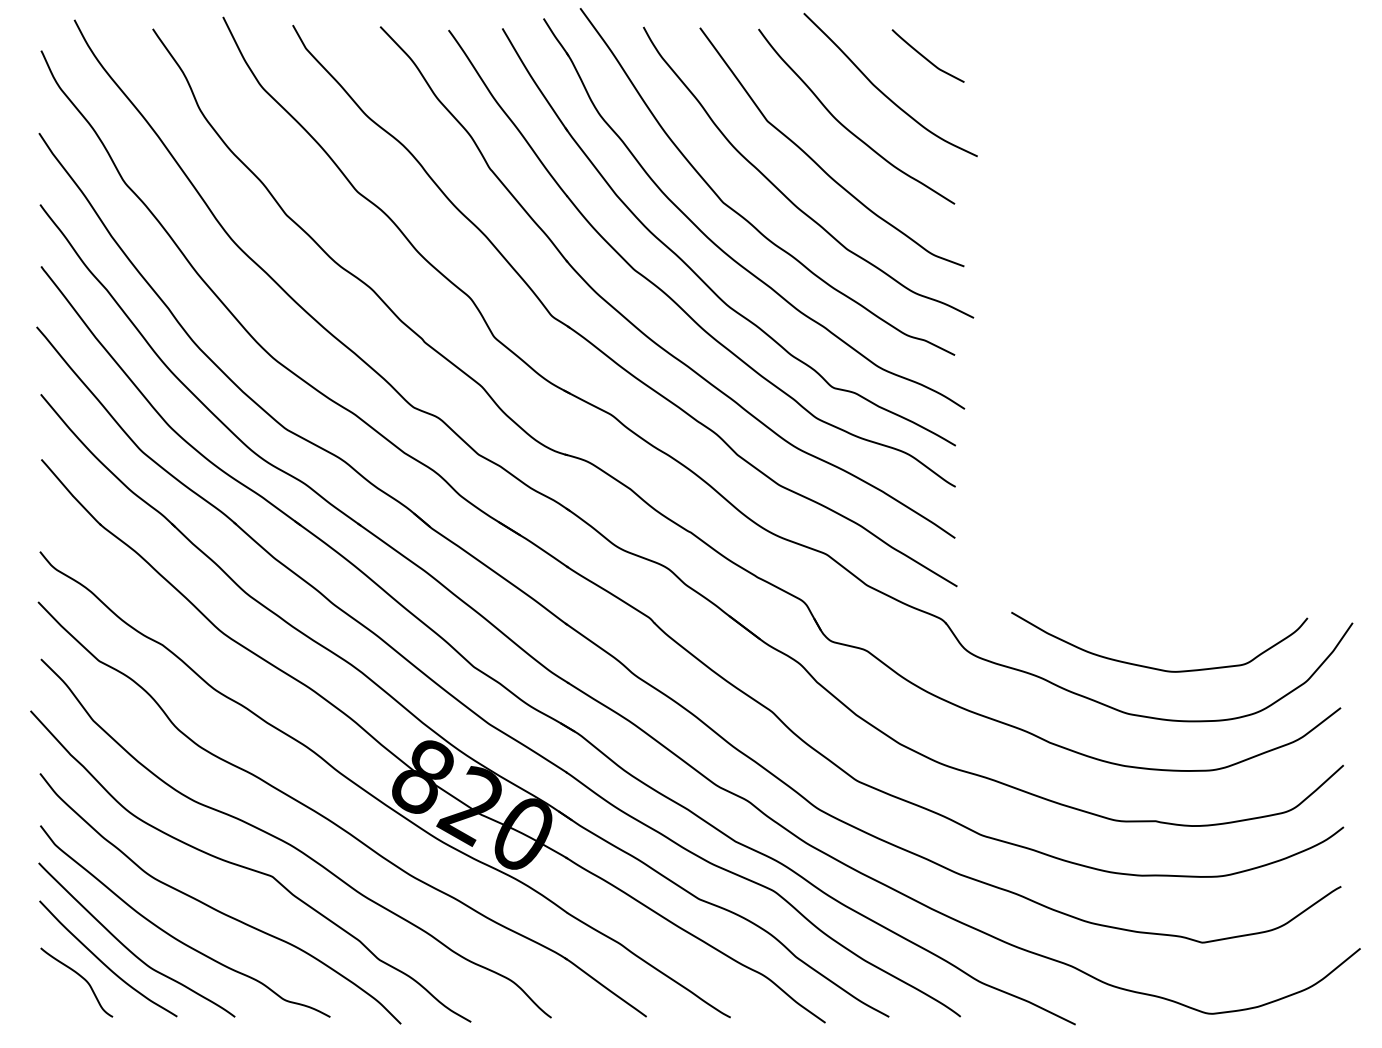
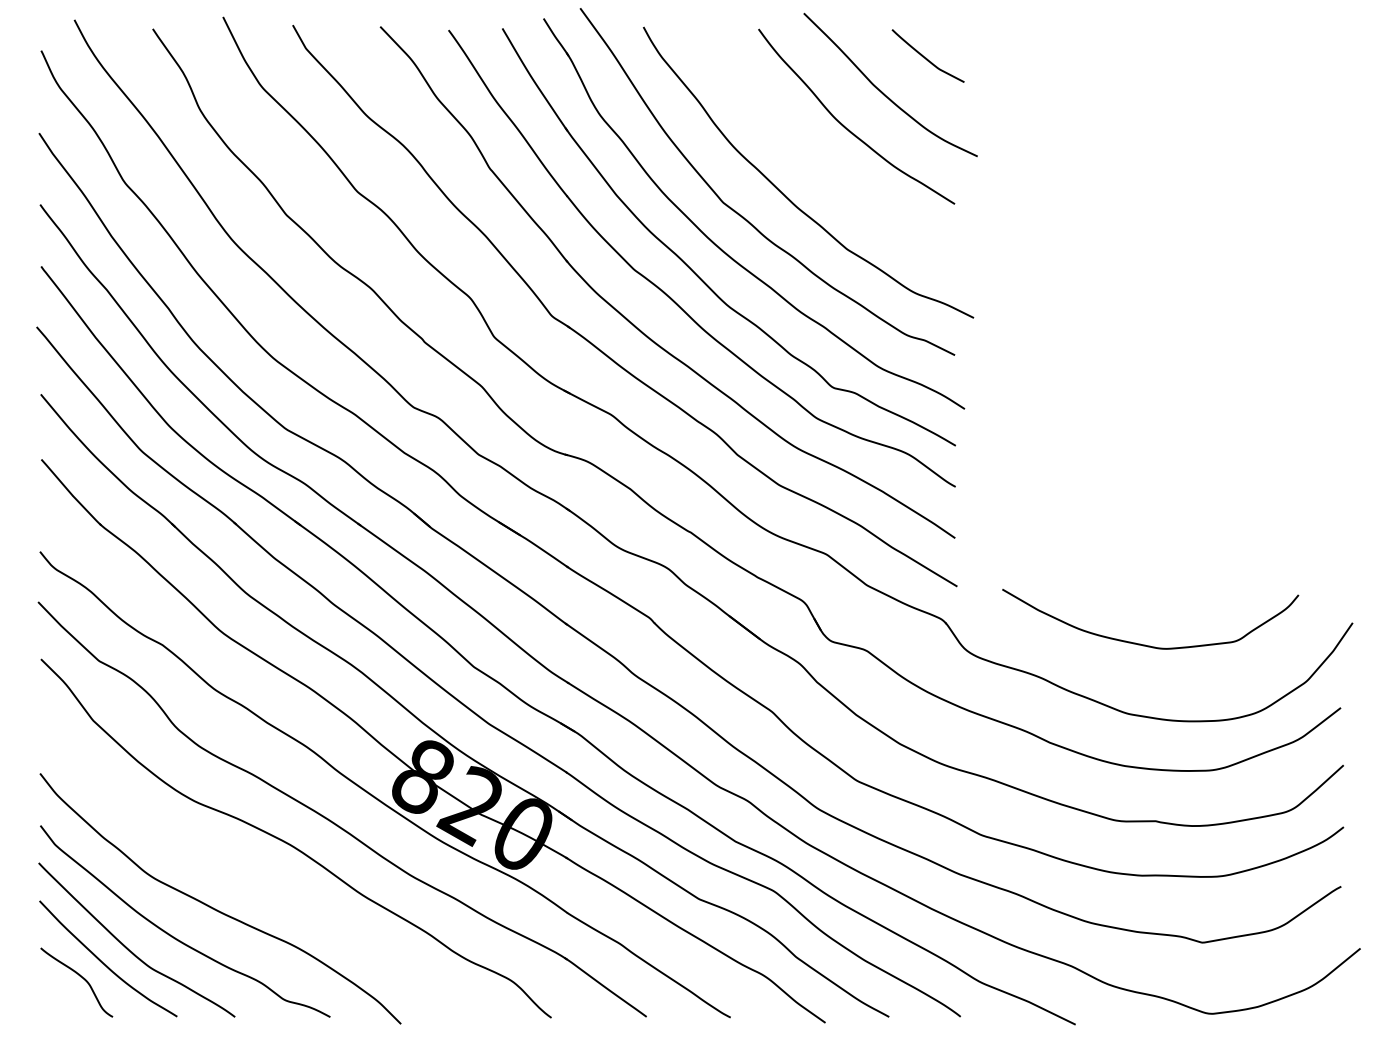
curve at (816, 162): present -> none
curve at (1154, 667) position: (1154, 667) -> (1145, 644)
curve at (250, 868): present -> none
